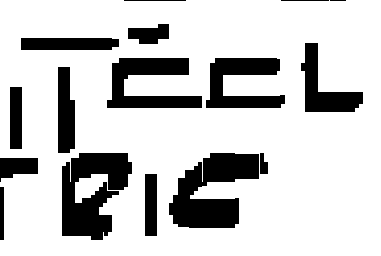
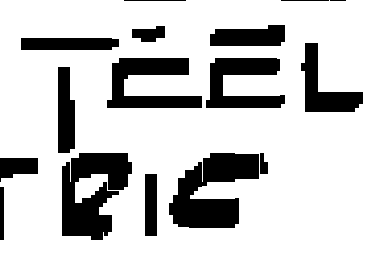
part at (148, 33) size: 41x20 px -> 33x16 px
part at (247, 35): none -> present
line at (15, 117): present -> none
